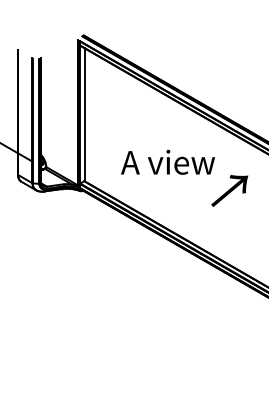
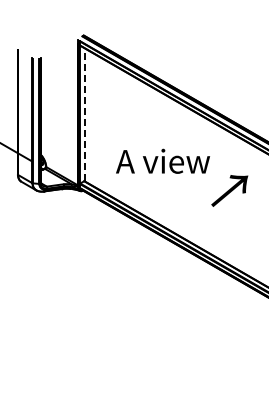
line at (84, 114): solid -> dashed
text at (167, 161) position: (167, 161) -> (162, 160)
